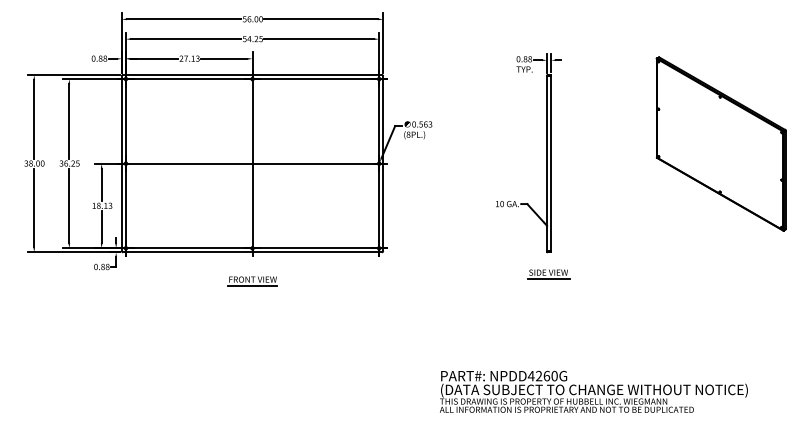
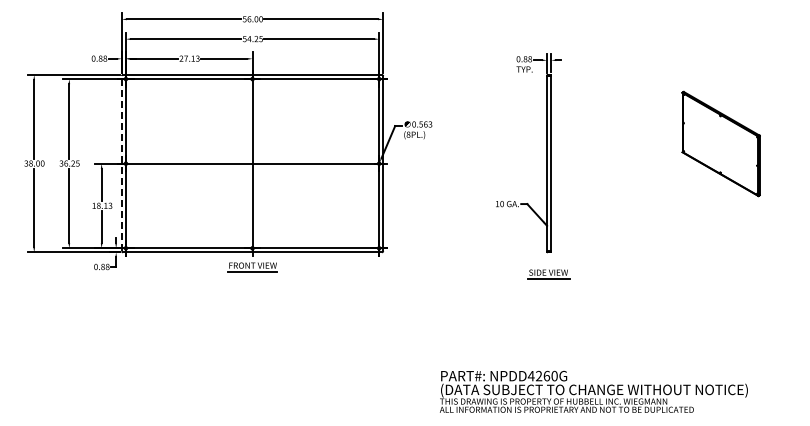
part at (720, 143) size: 132x176 px -> 80x108 px
line at (121, 163): solid -> dashed
part at (252, 281) position: (252, 281) -> (252, 267)
